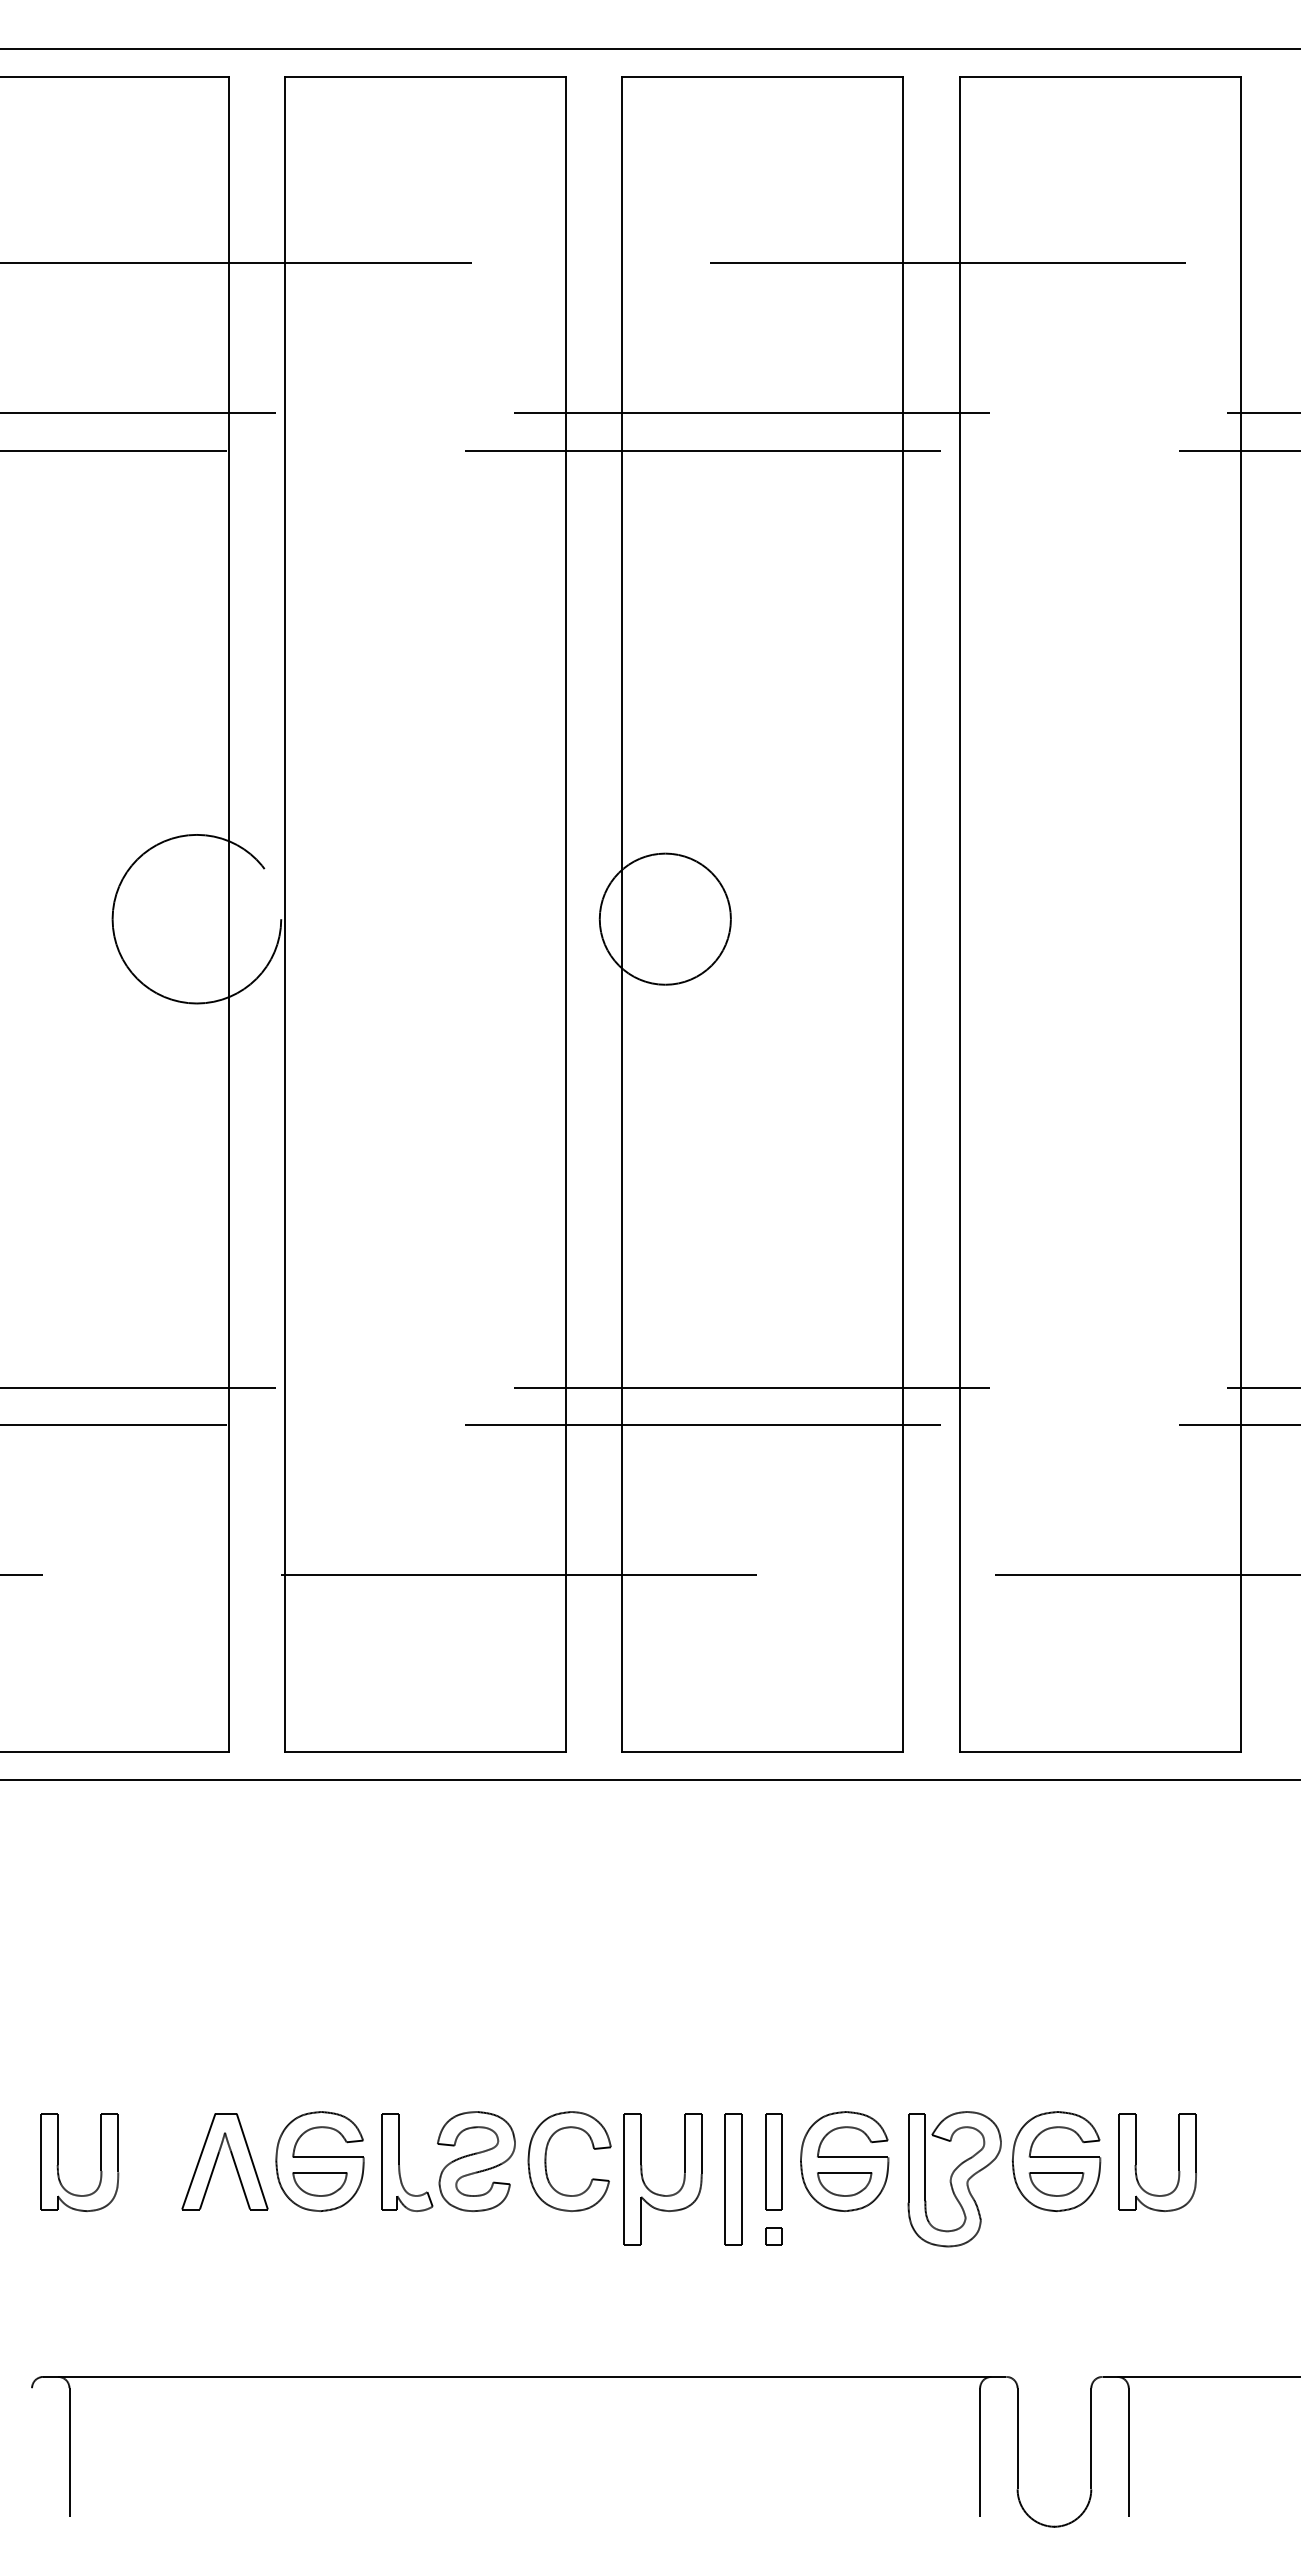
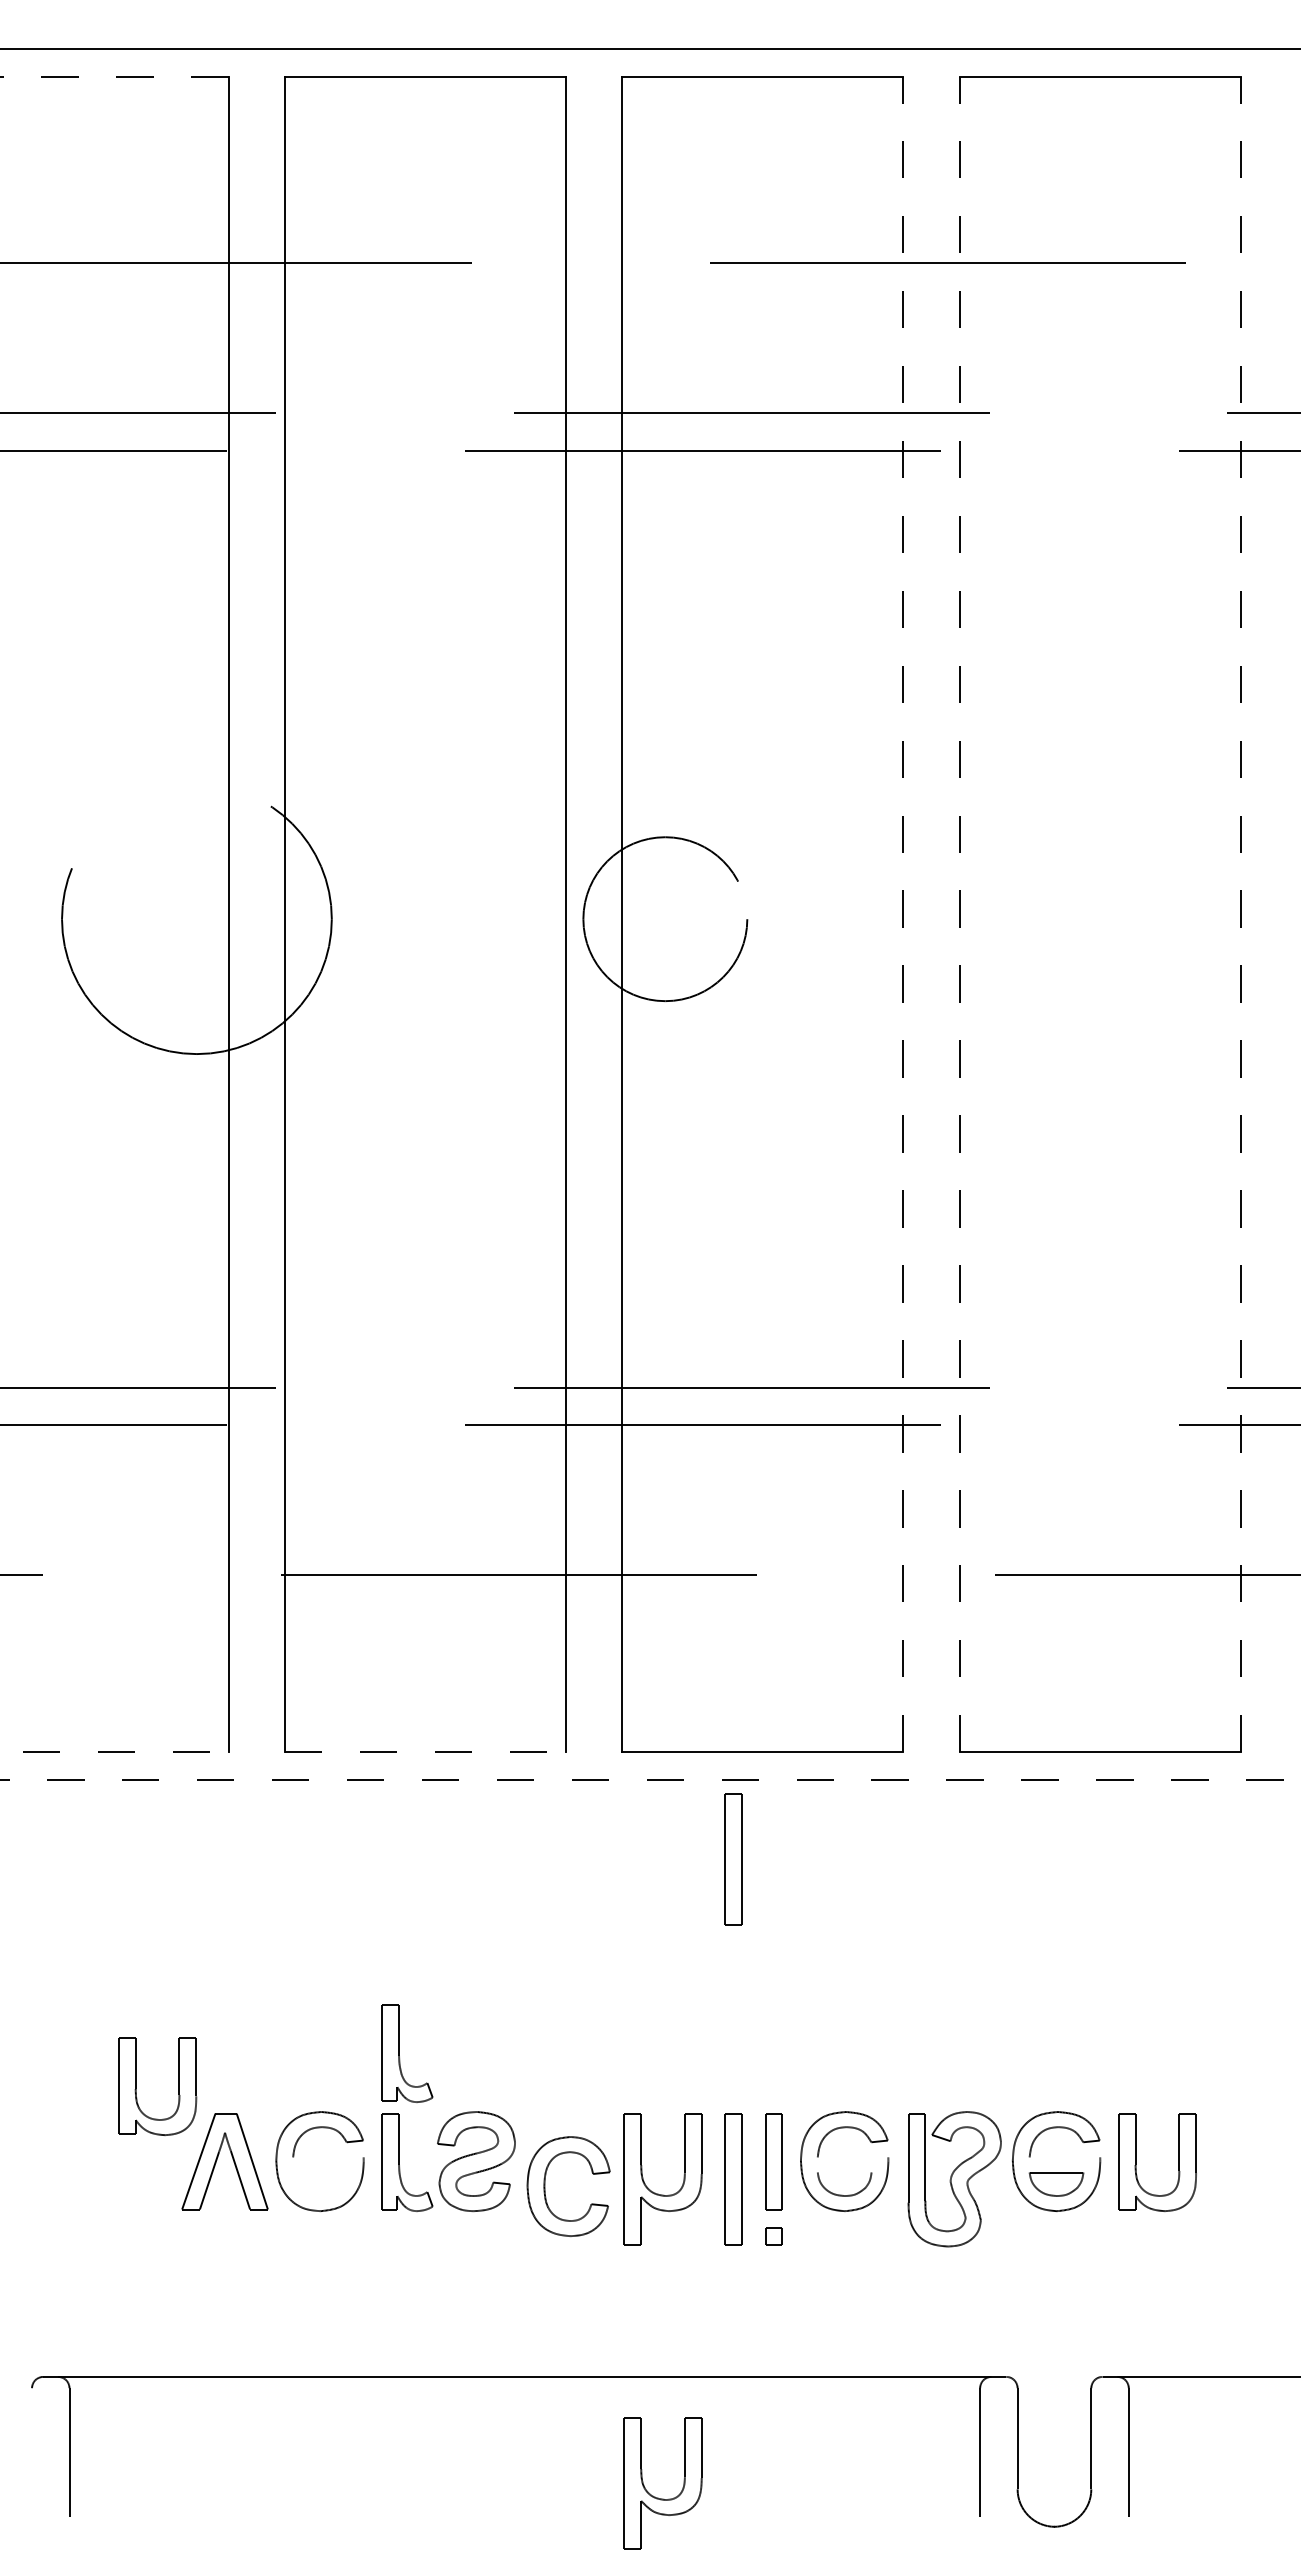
line at (114, 77): solid -> dashed
line at (903, 914): solid -> dashed
line at (959, 914): solid -> dashed
line at (1240, 914): solid -> dashed
circle at (196, 918) diameter: 169 px -> 270 px
circle at (664, 918) diameter: 131 px -> 164 px
line at (115, 1752): solid -> dashed
line at (425, 1752): solid -> dashed
line at (650, 1780): solid -> dashed
part at (733, 1859): none -> present
part at (399, 2053): none -> present
line at (328, 2157): present -> none
line at (852, 2157): present -> none
line at (1064, 2157): present -> none
part at (546, 2161) position: (546, 2161) -> (545, 2186)
part at (58, 2162) position: (58, 2162) -> (136, 2086)
line at (844, 2172): present -> none
part at (319, 2184): present -> none
part at (658, 2497): none -> present
